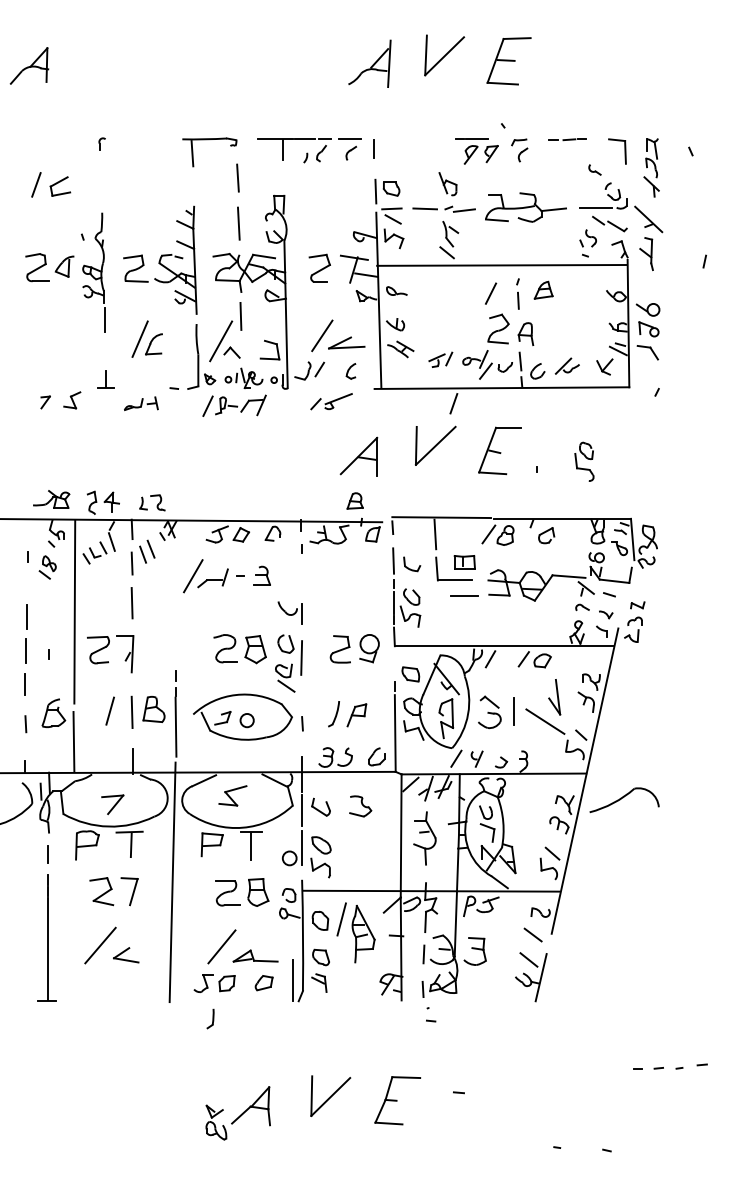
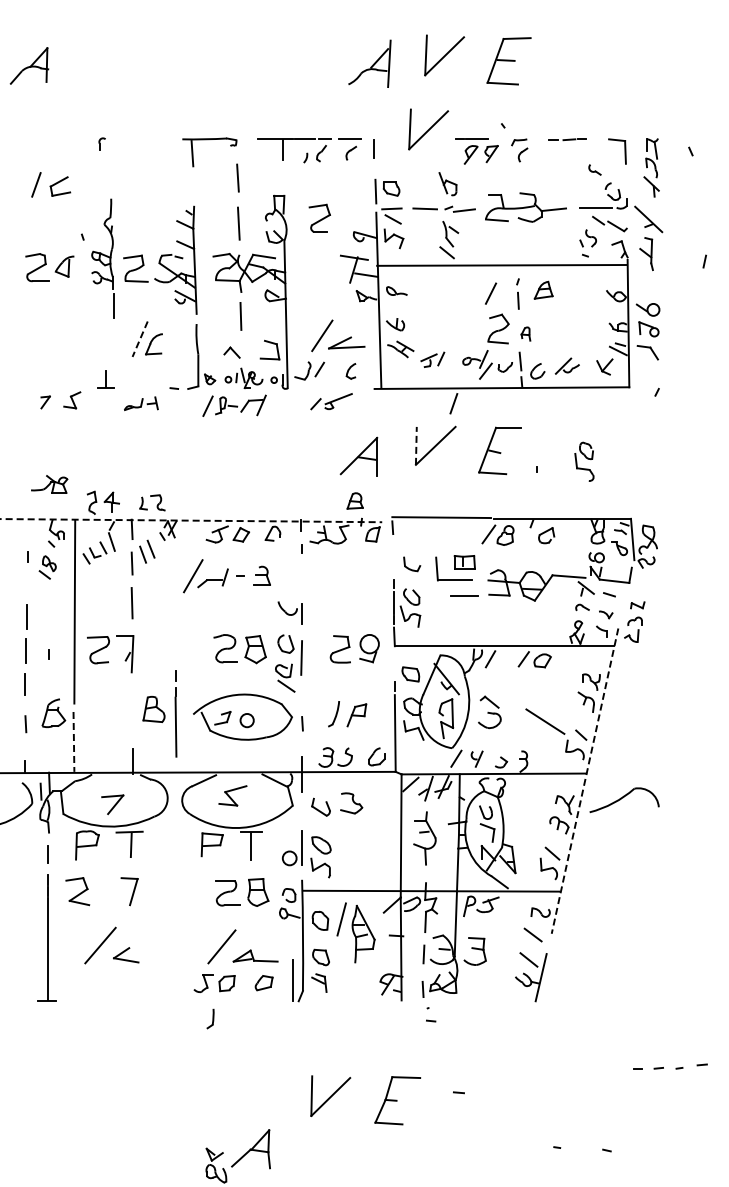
part at (428, 129): none -> present
part at (319, 267) position: (319, 267) -> (319, 217)
part at (93, 272) position: (93, 272) -> (102, 258)
part at (525, 333) size: 18x24 px -> 12x16 px
line at (139, 339): solid -> dashed
line at (221, 341): present -> none
part at (440, 359) position: (440, 359) -> (432, 359)
line at (416, 445): solid -> dashed
part at (51, 499) position: (51, 499) -> (49, 484)
line at (191, 520): solid -> dashed
line at (435, 534): present -> none
line at (393, 560): present -> none
part at (554, 697): present -> none
line at (110, 710): present -> none
line at (513, 711): present -> none
line at (131, 712): present -> none
line at (73, 741): solid -> dashed
line at (584, 781): solid -> dashed
part at (360, 806) position: (360, 806) -> (351, 803)
line at (302, 810): present -> none
line at (172, 882): present -> none
part at (101, 891) position: (101, 891) -> (77, 891)
part at (237, 1113) position: (237, 1113) -> (237, 1156)
